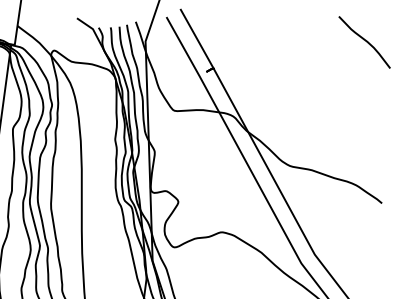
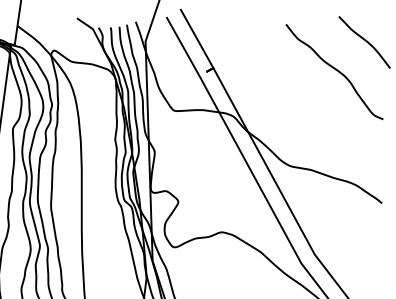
curve at (335, 70): none -> present
